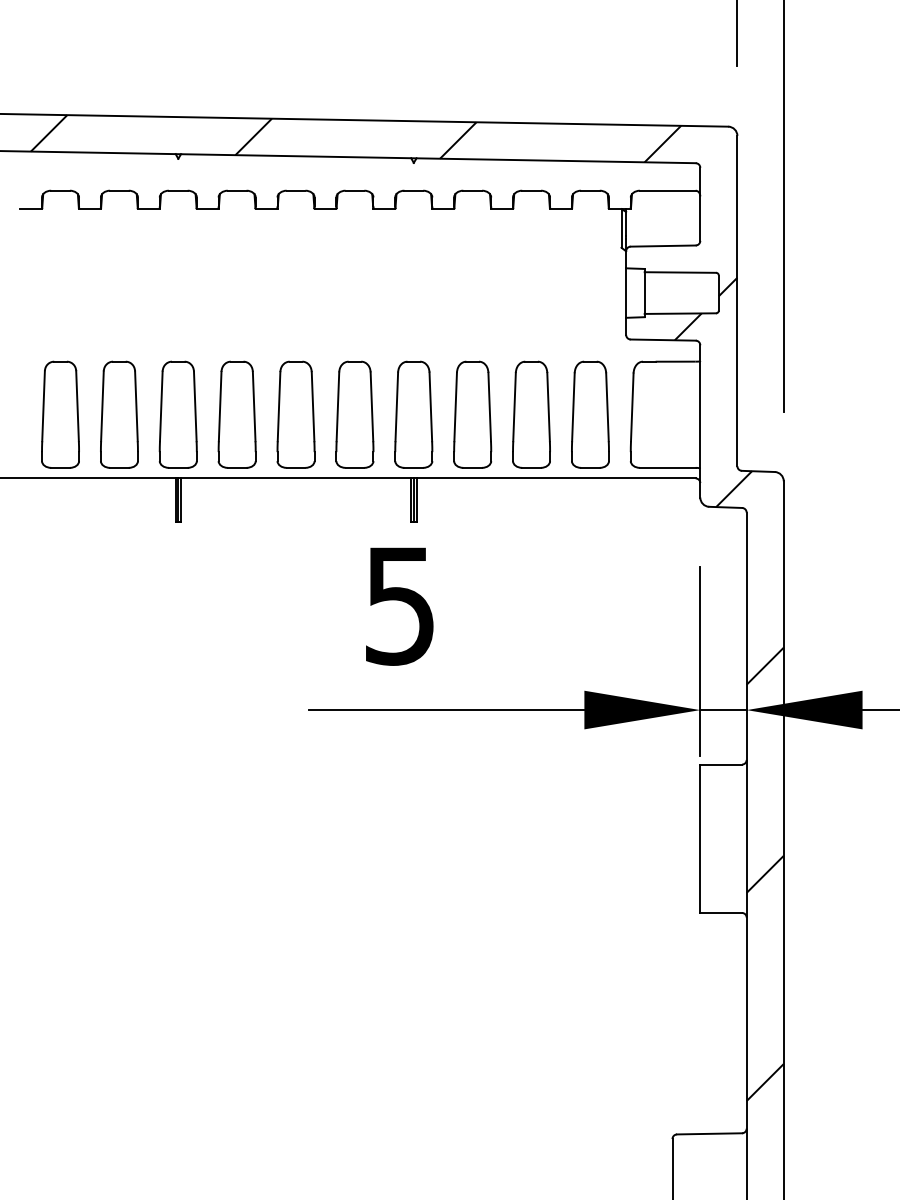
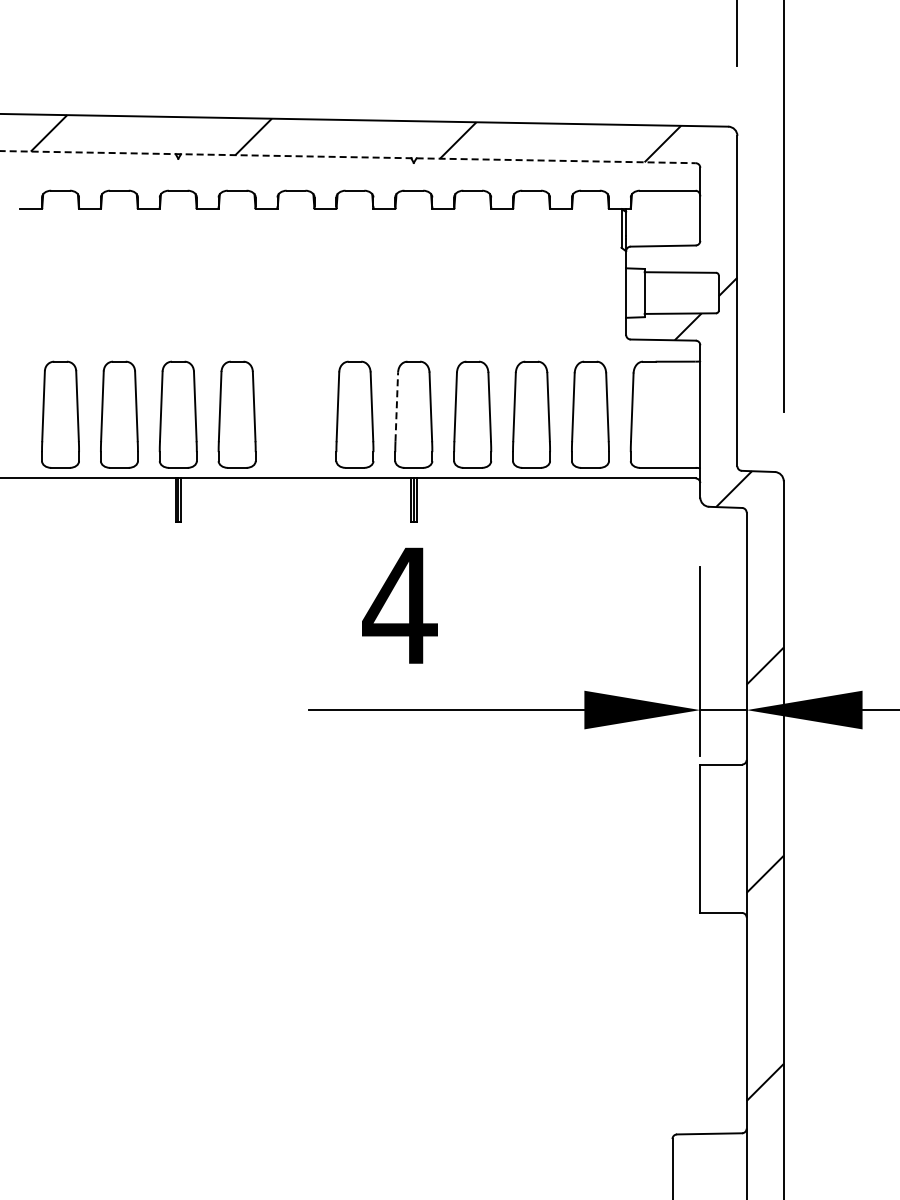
line at (348, 157): solid -> dashed
line at (396, 406): solid -> dashed
part at (295, 414): present -> none
text at (399, 606): 5 -> 4
